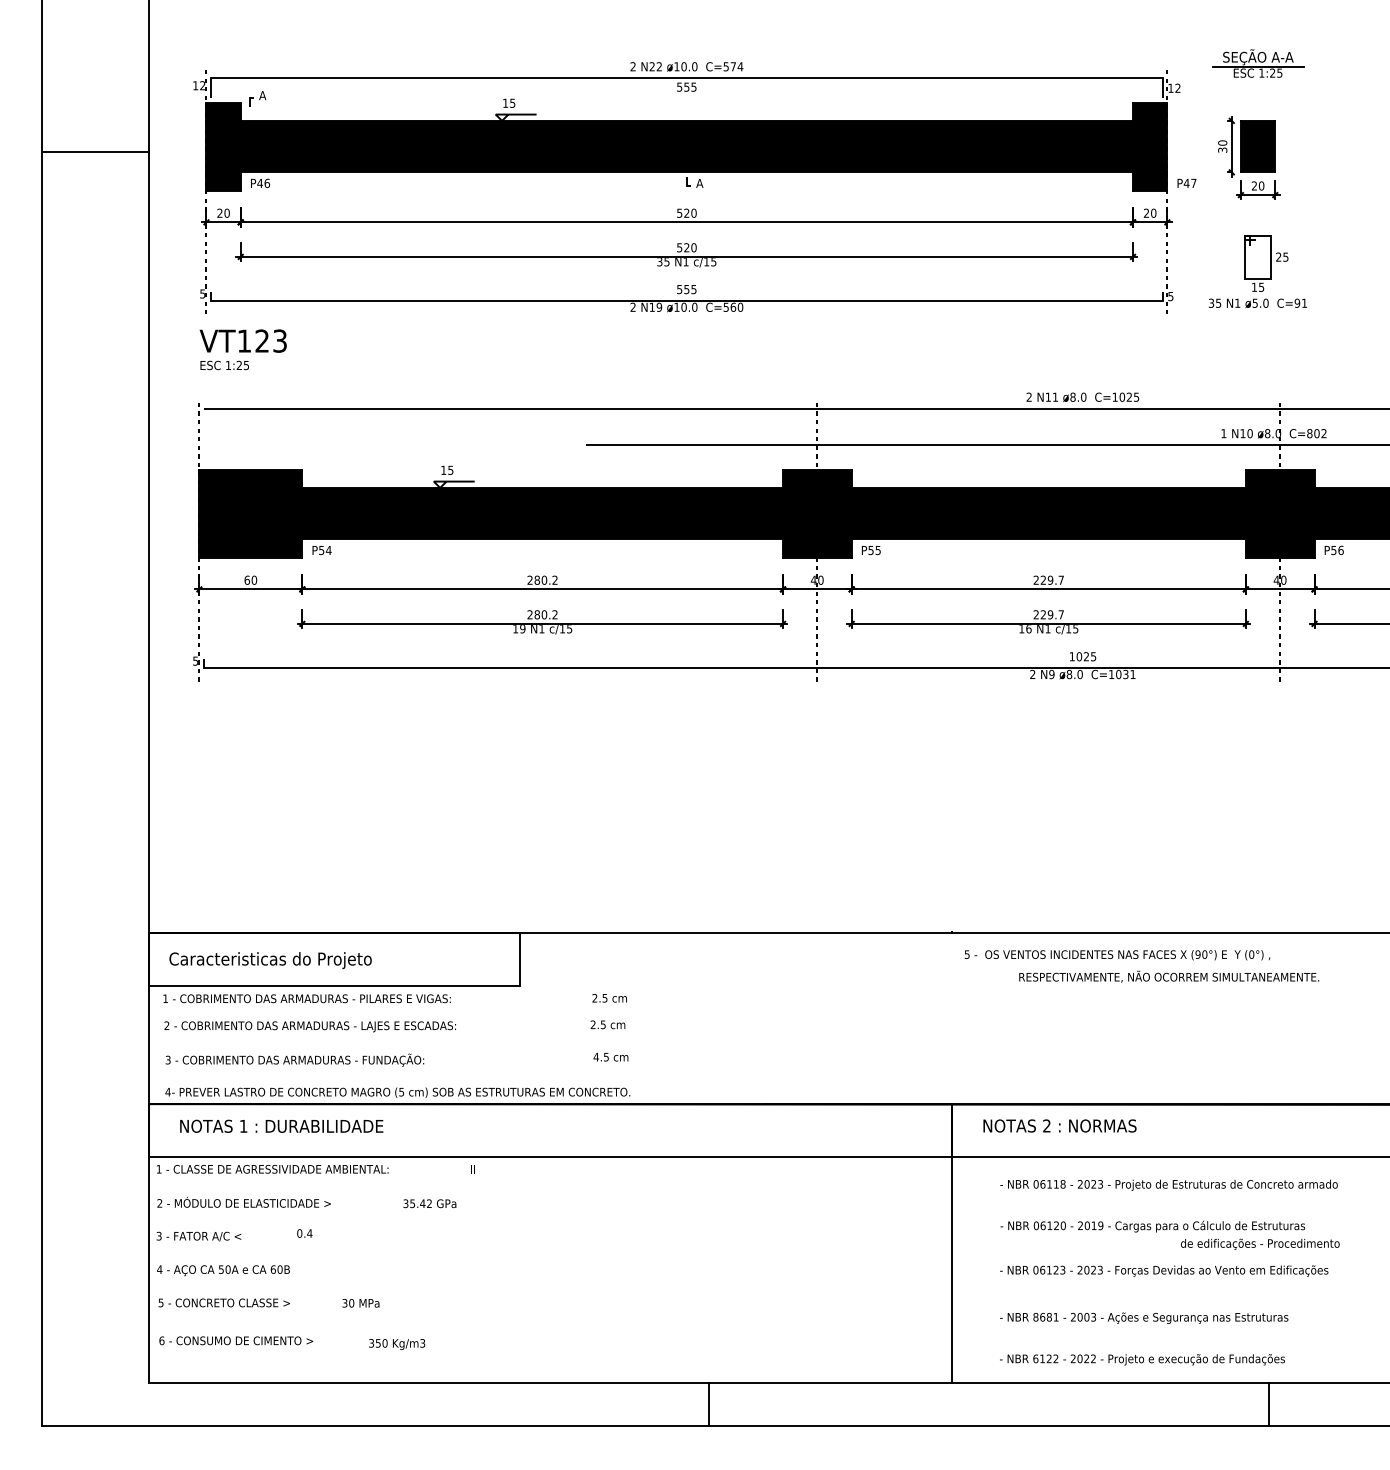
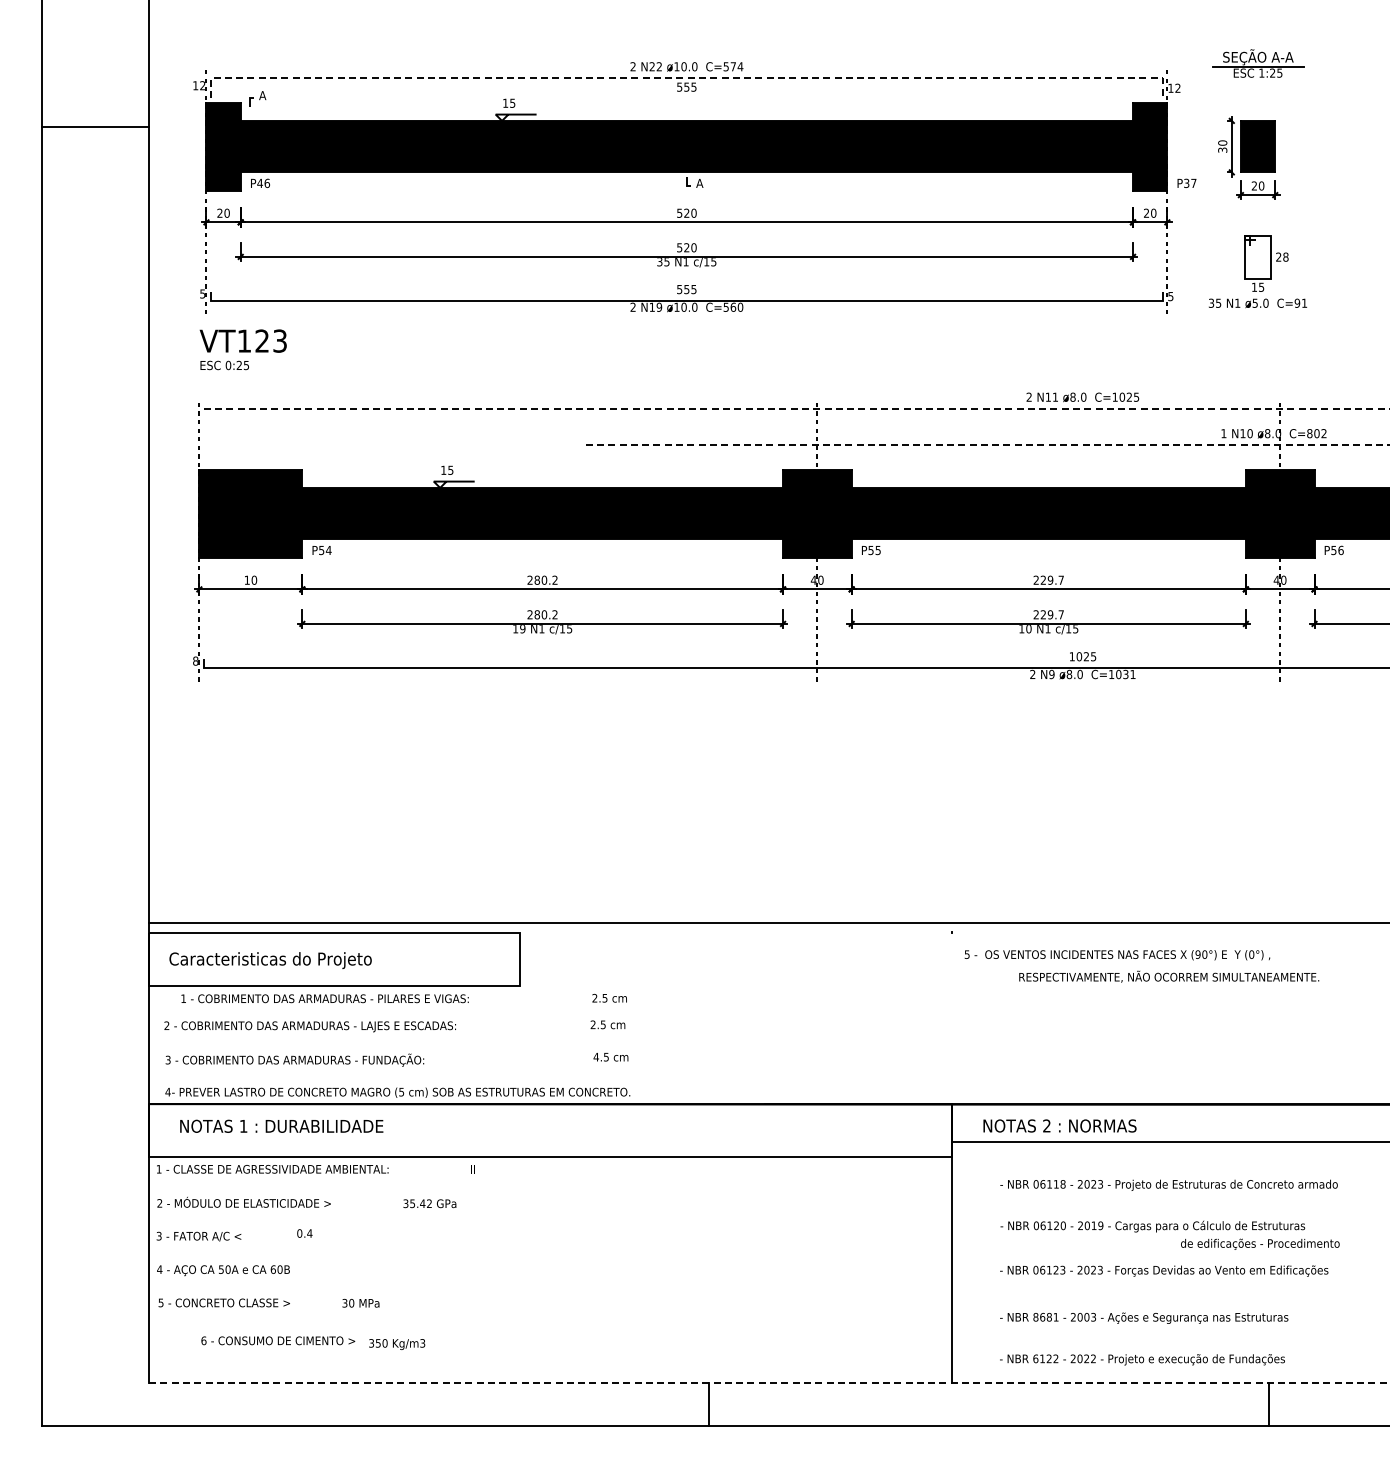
line at (687, 78): solid -> dashed
line at (95, 151) position: (95, 151) -> (95, 126)
text at (1186, 182): P47 -> P37
text at (1285, 256): 25 -> 28
text at (228, 365): 1:25 -> 0:25
line at (796, 408): solid -> dashed
line at (987, 445): solid -> dashed
text at (246, 579): 60 -> 10
text at (1028, 629): 16 -> 10
text at (195, 660): 5 -> 8
line at (767, 932) position: (767, 932) -> (767, 922)
text at (306, 998) position: (306, 998) -> (324, 998)
line at (1169, 1157) position: (1169, 1157) -> (1169, 1142)
text at (236, 1340) position: (236, 1340) -> (278, 1340)
line at (770, 1383): solid -> dashed
